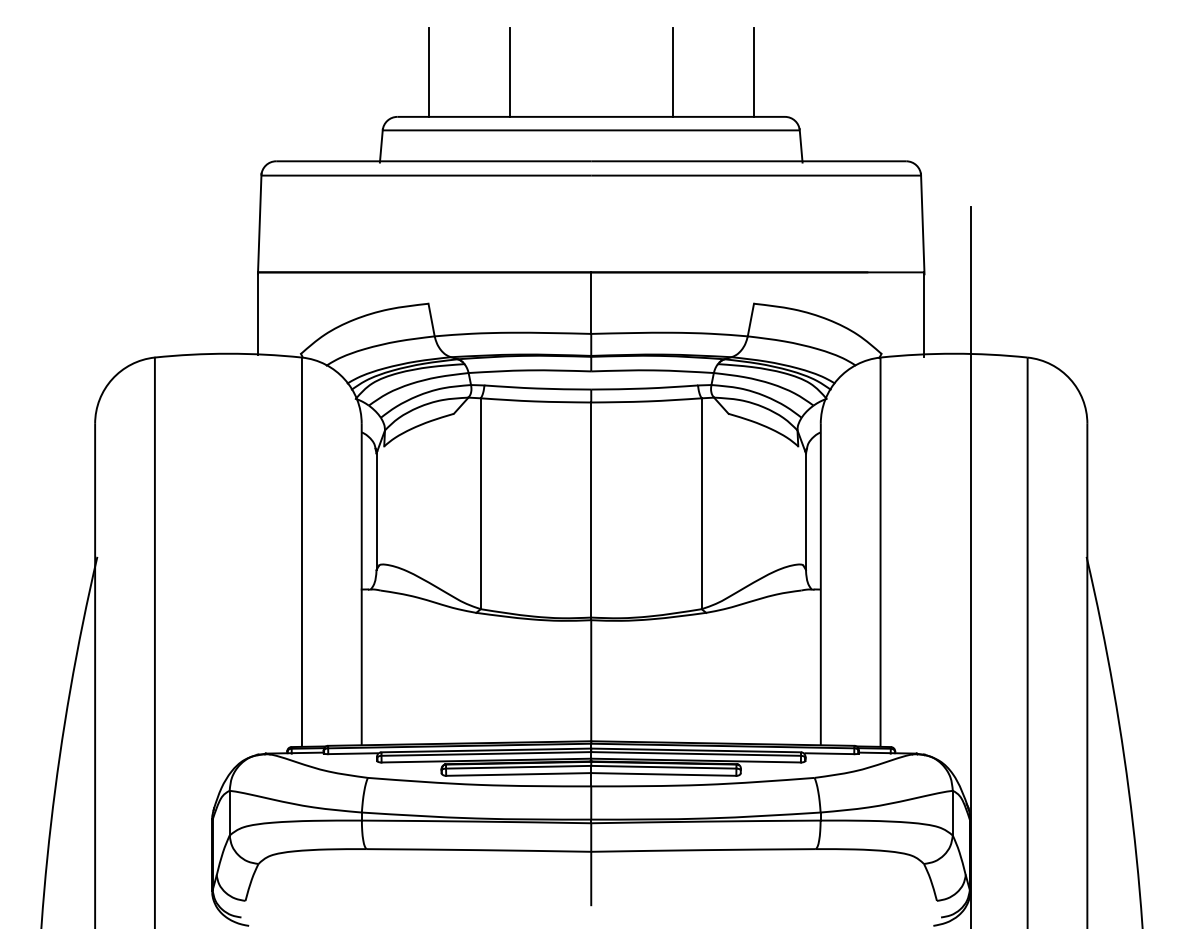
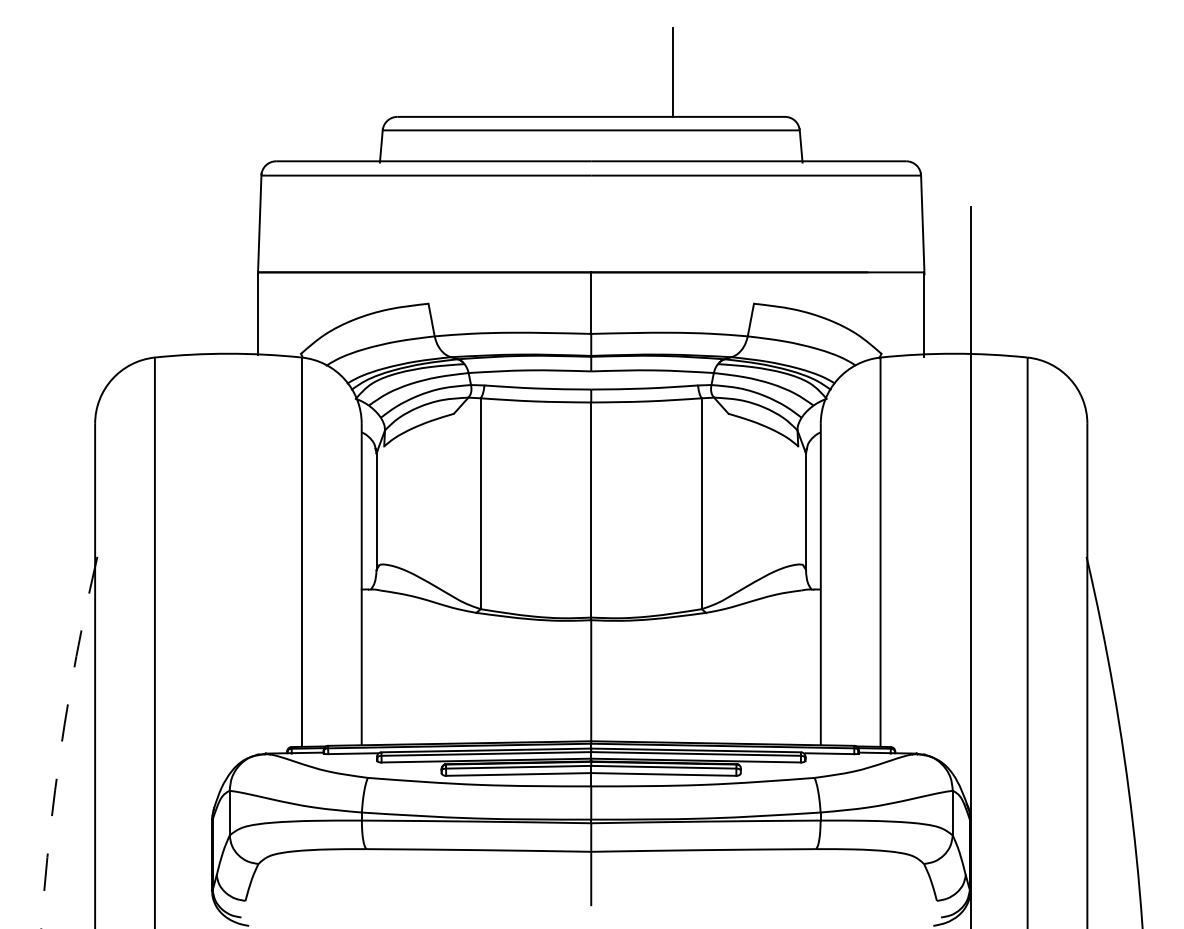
line at (428, 72): present -> none
line at (510, 72): present -> none
line at (753, 72): present -> none
arc at (61, 742): solid -> dashed
